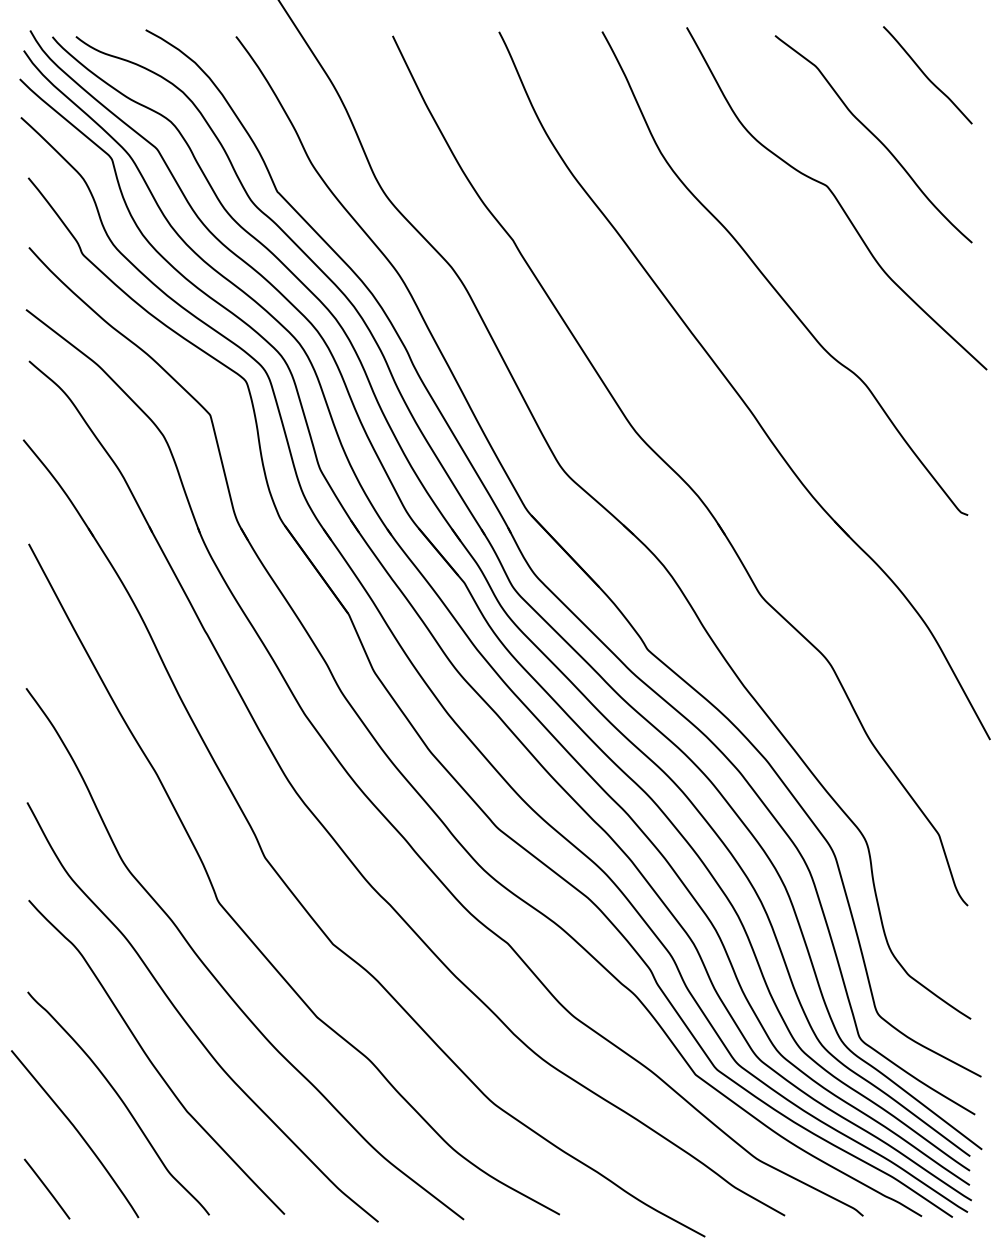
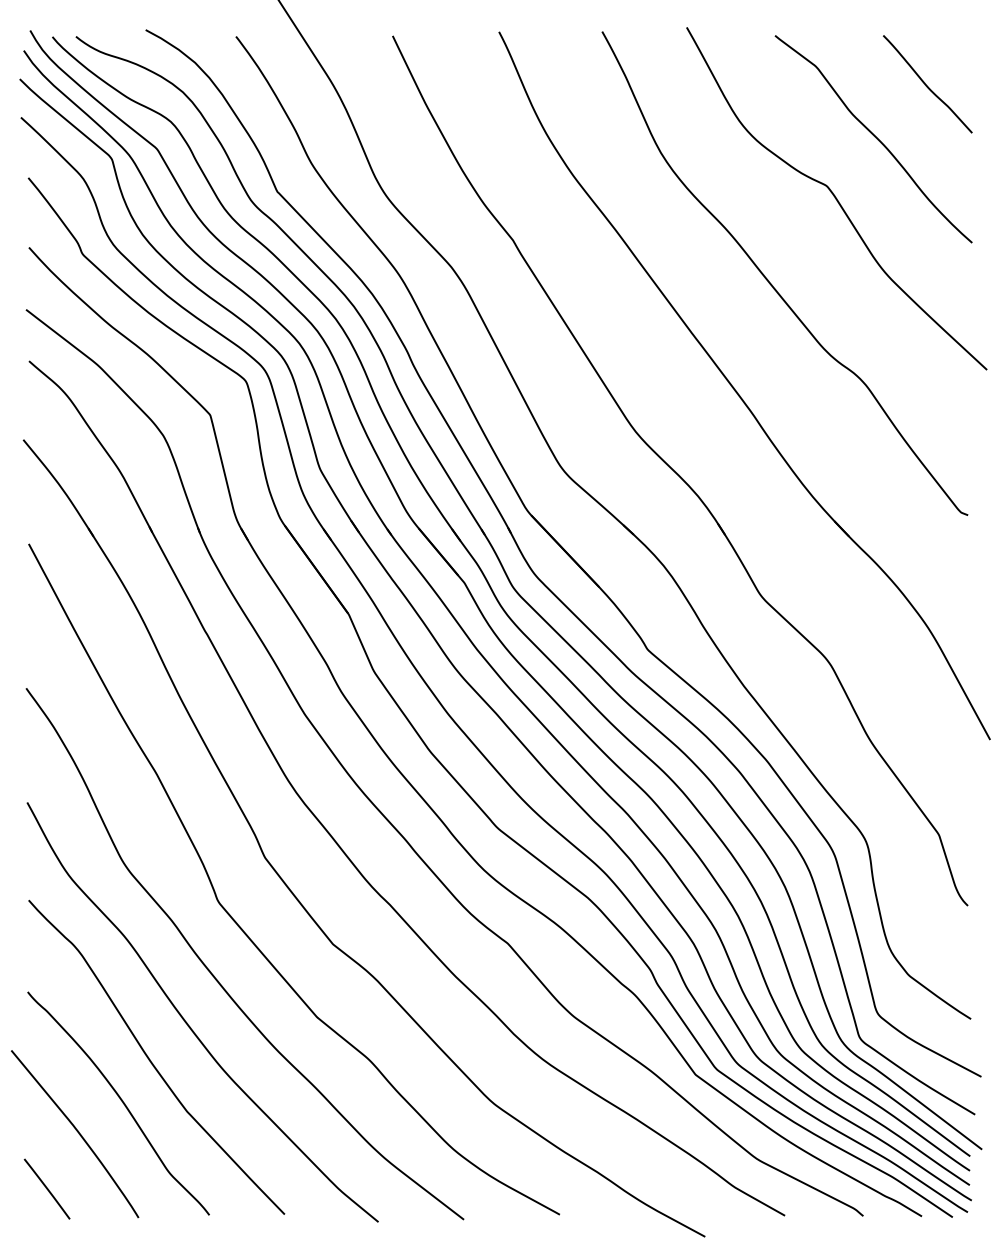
curve at (926, 75) position: (926, 75) -> (926, 84)
